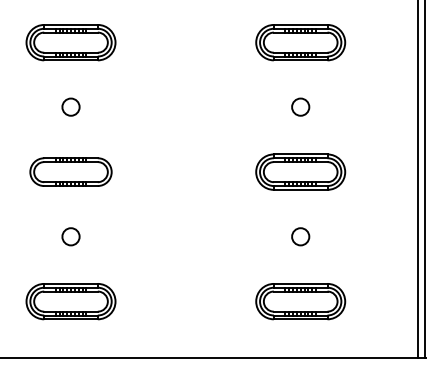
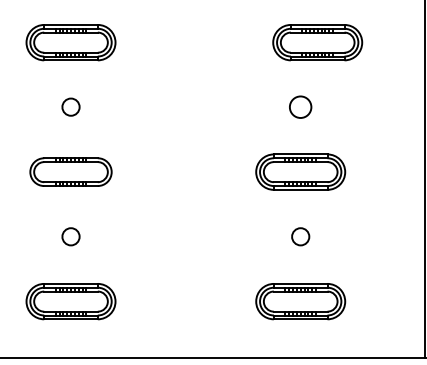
part at (300, 42) position: (300, 42) -> (317, 42)
circle at (300, 106) size: 20x20 px -> 24x24 px
line at (417, 179): present -> none
